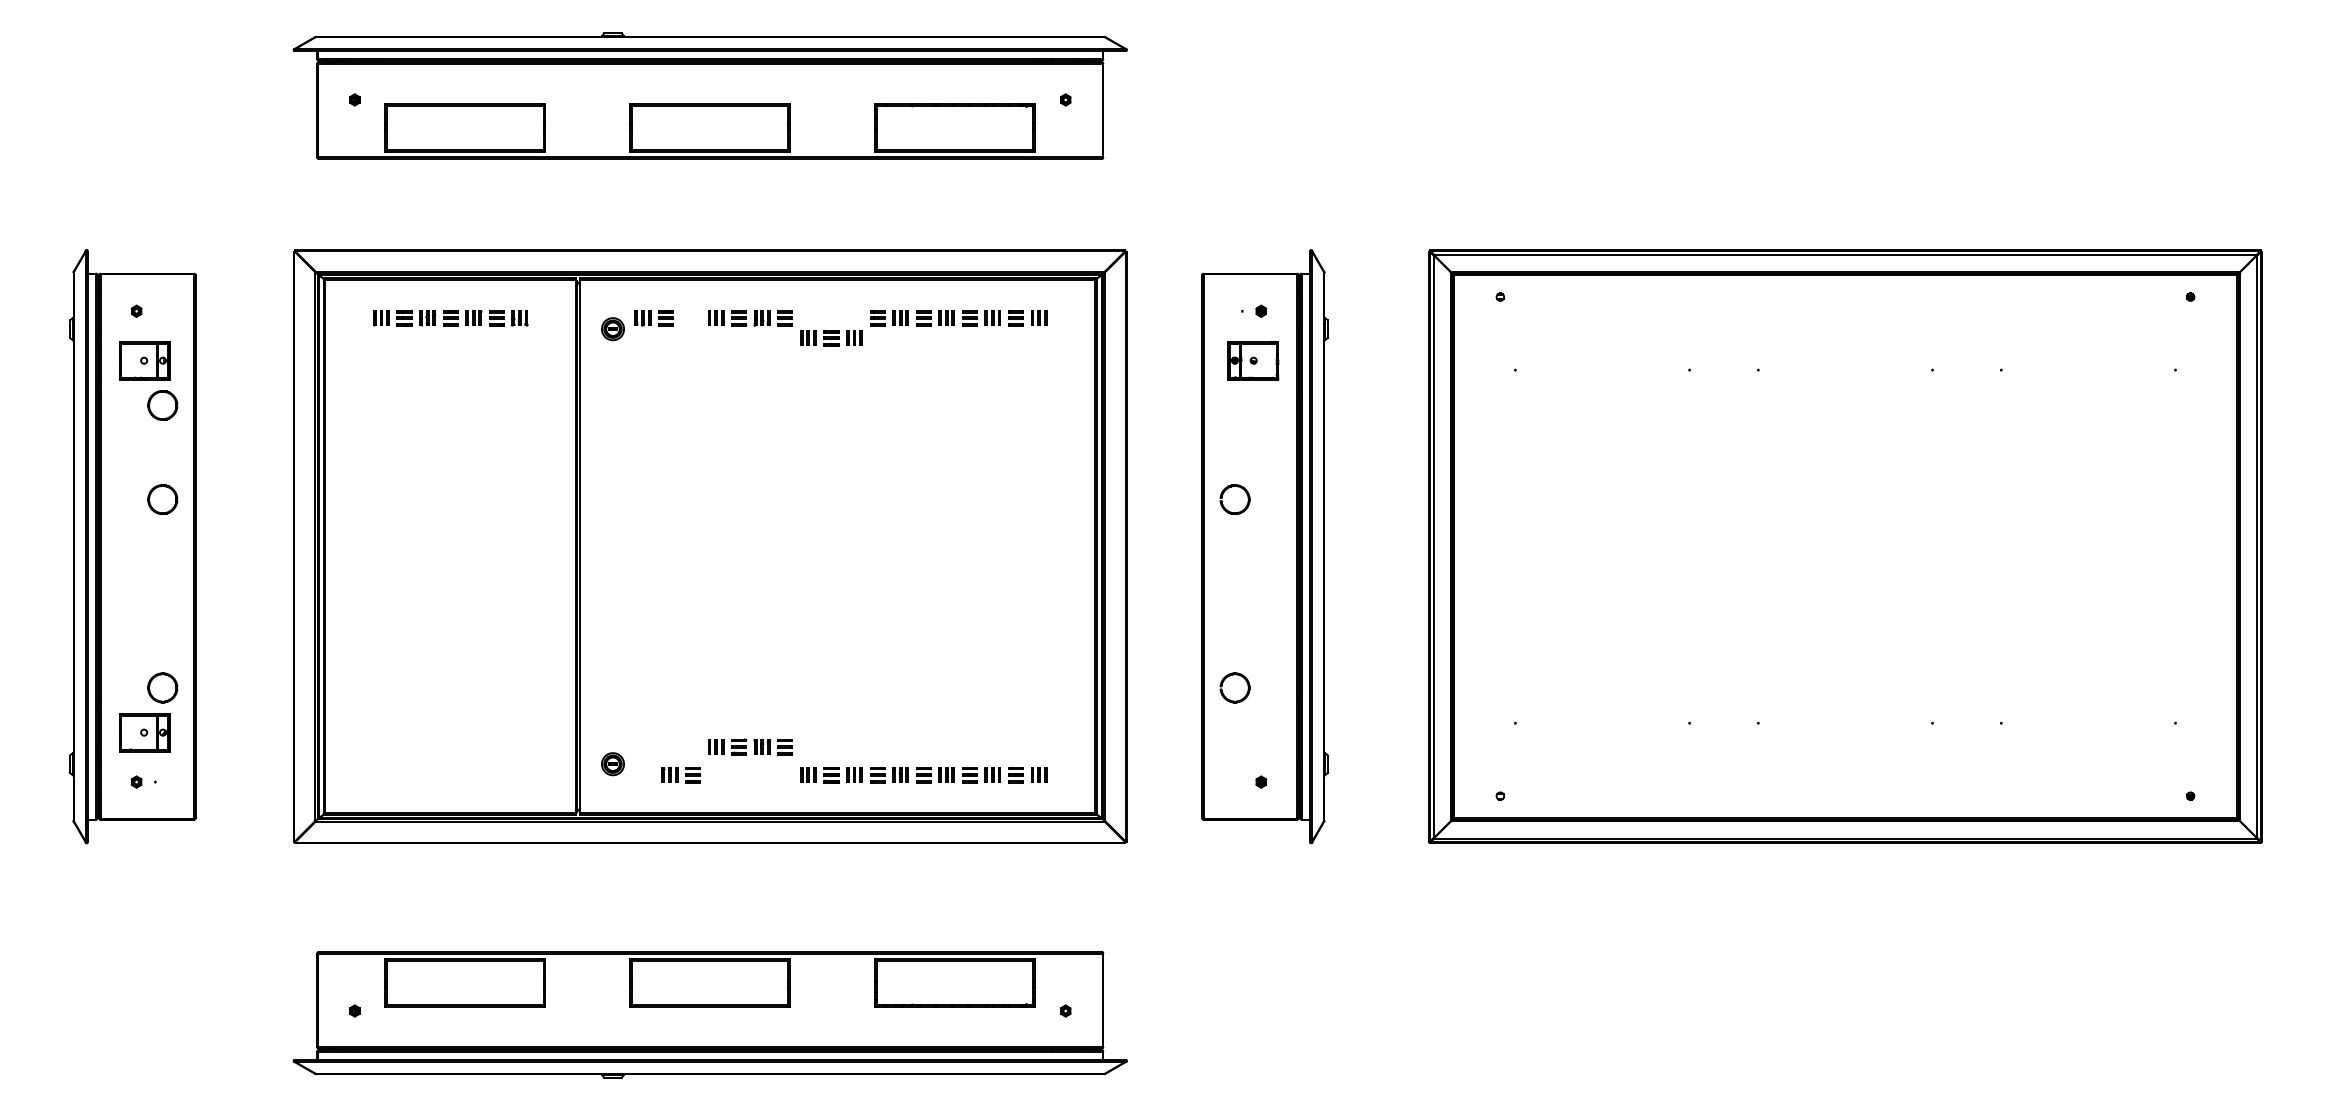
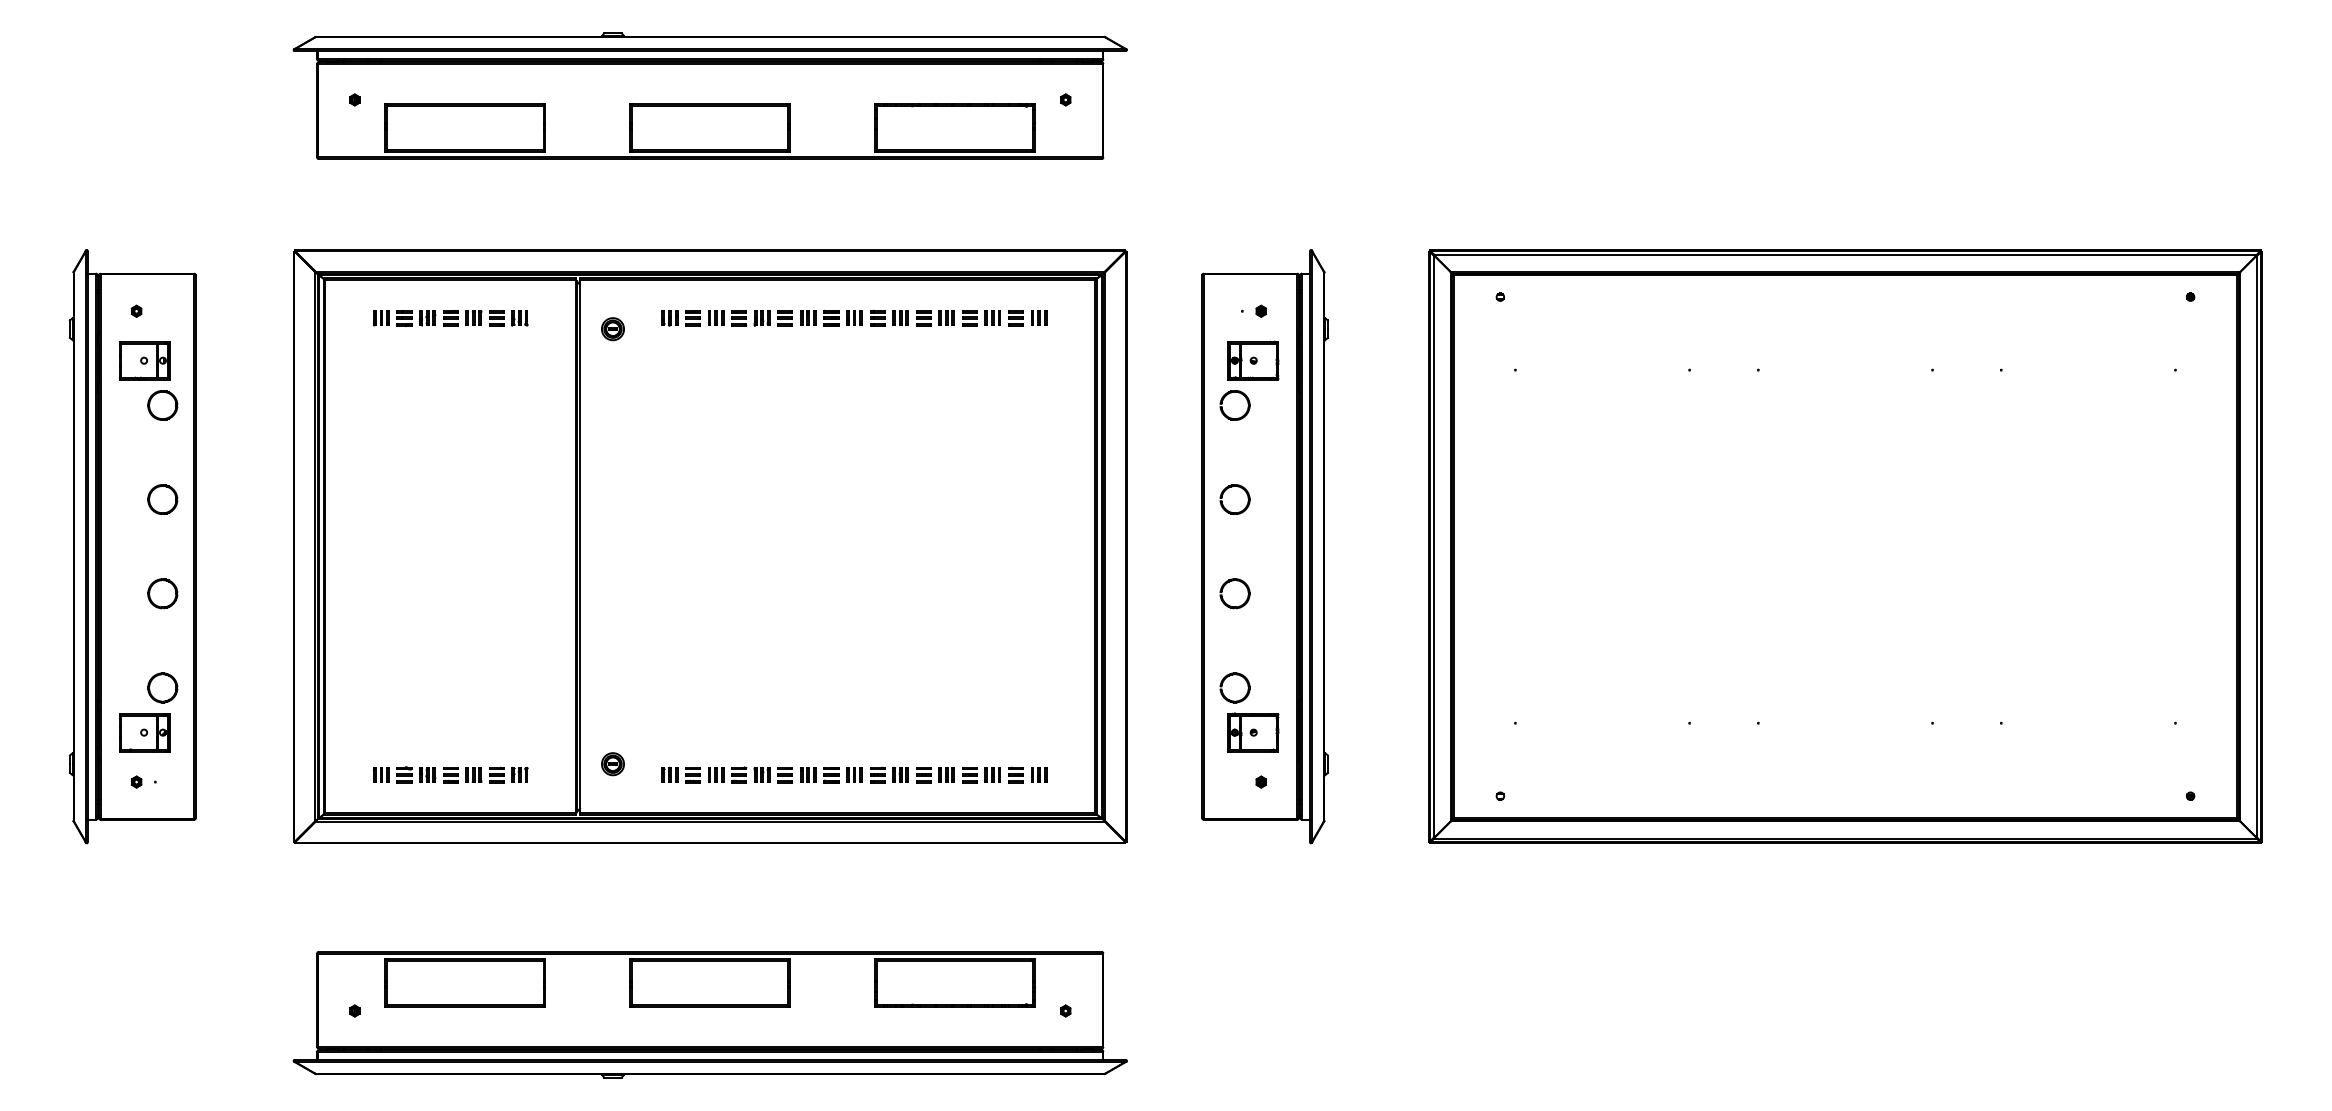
part at (653, 318) position: (653, 318) -> (680, 318)
part at (831, 337) position: (831, 337) -> (831, 317)
part at (1226, 396): none -> present
part at (162, 593): none -> present
part at (1234, 593): none -> present
part at (1253, 732): none -> present
part at (750, 746) position: (750, 746) -> (750, 774)
part at (450, 774): none -> present
